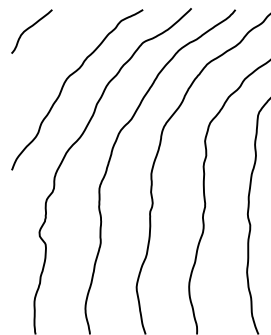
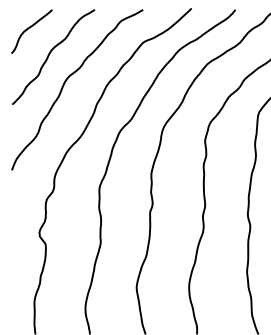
curve at (50, 54): none -> present
